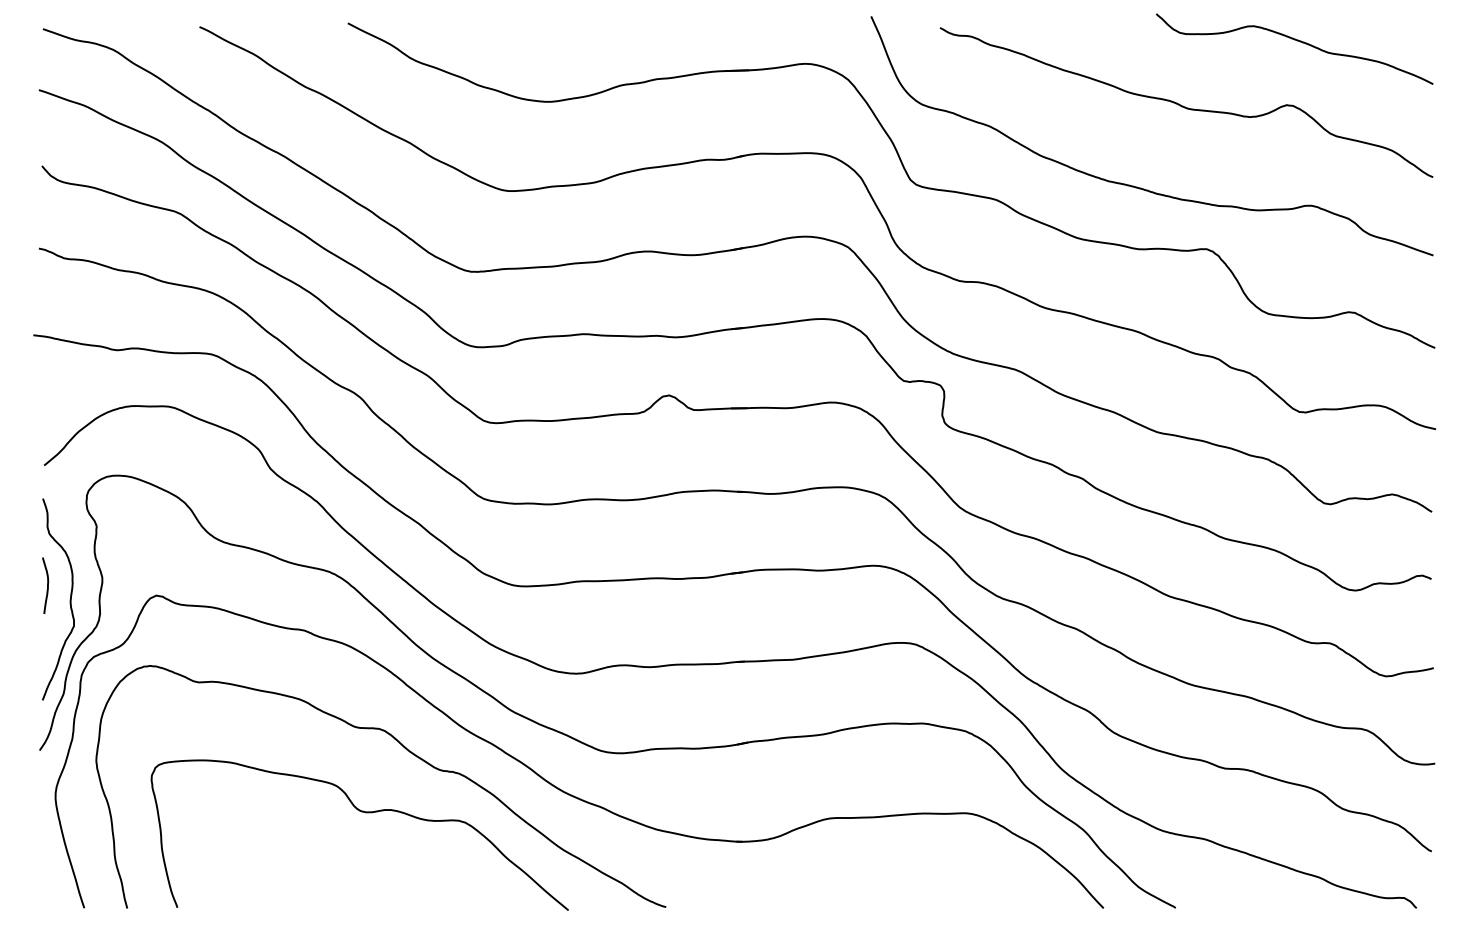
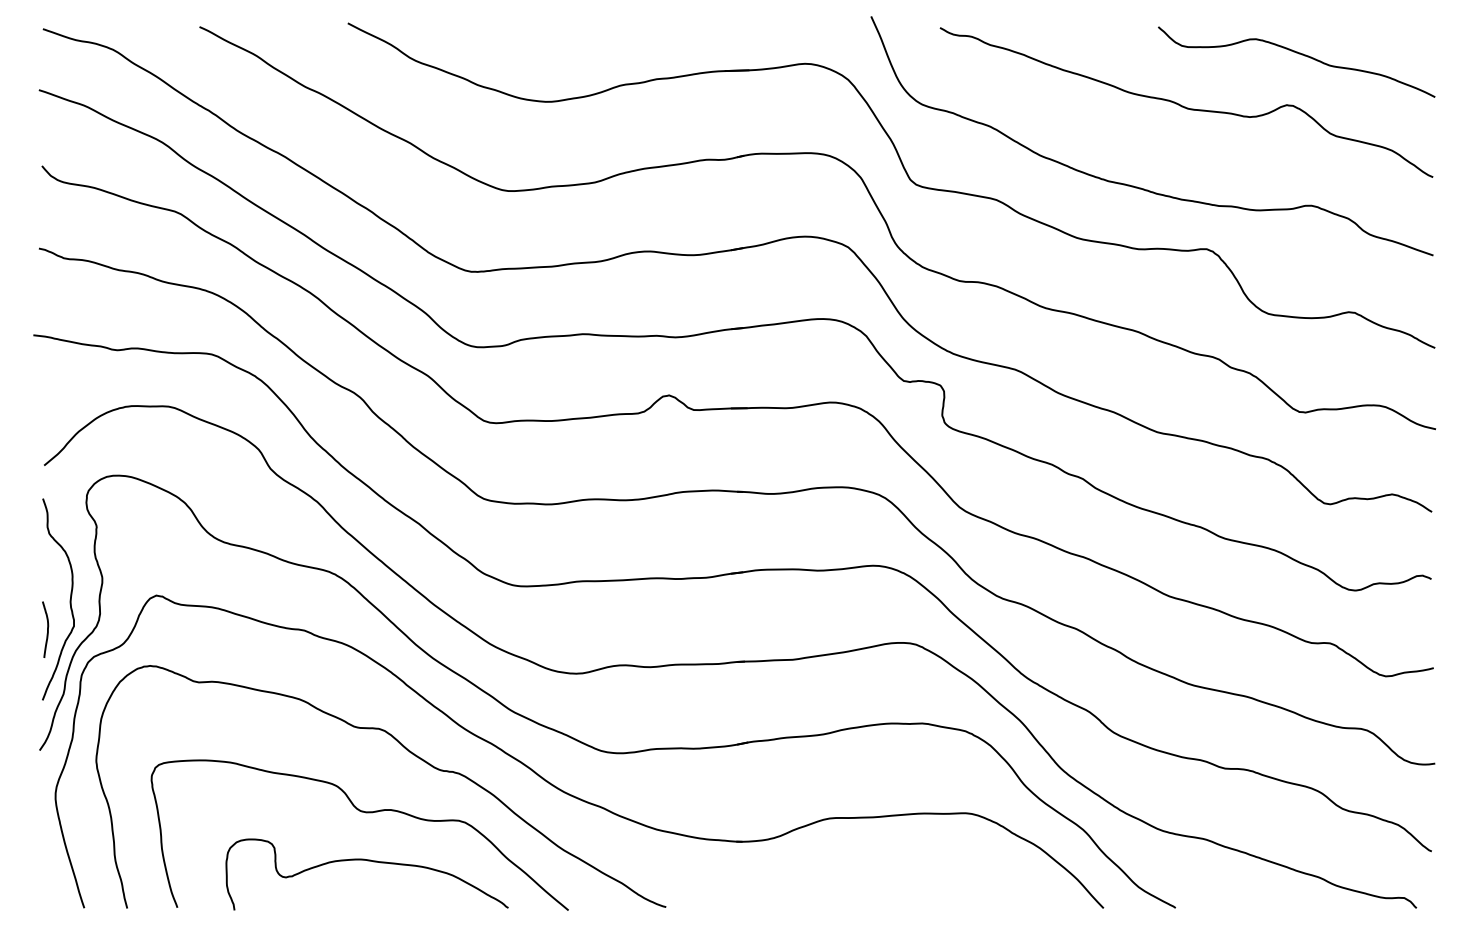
curve at (1297, 41) position: (1297, 41) -> (1299, 54)
curve at (47, 585) position: (47, 585) -> (47, 629)
curve at (367, 861): none -> present
